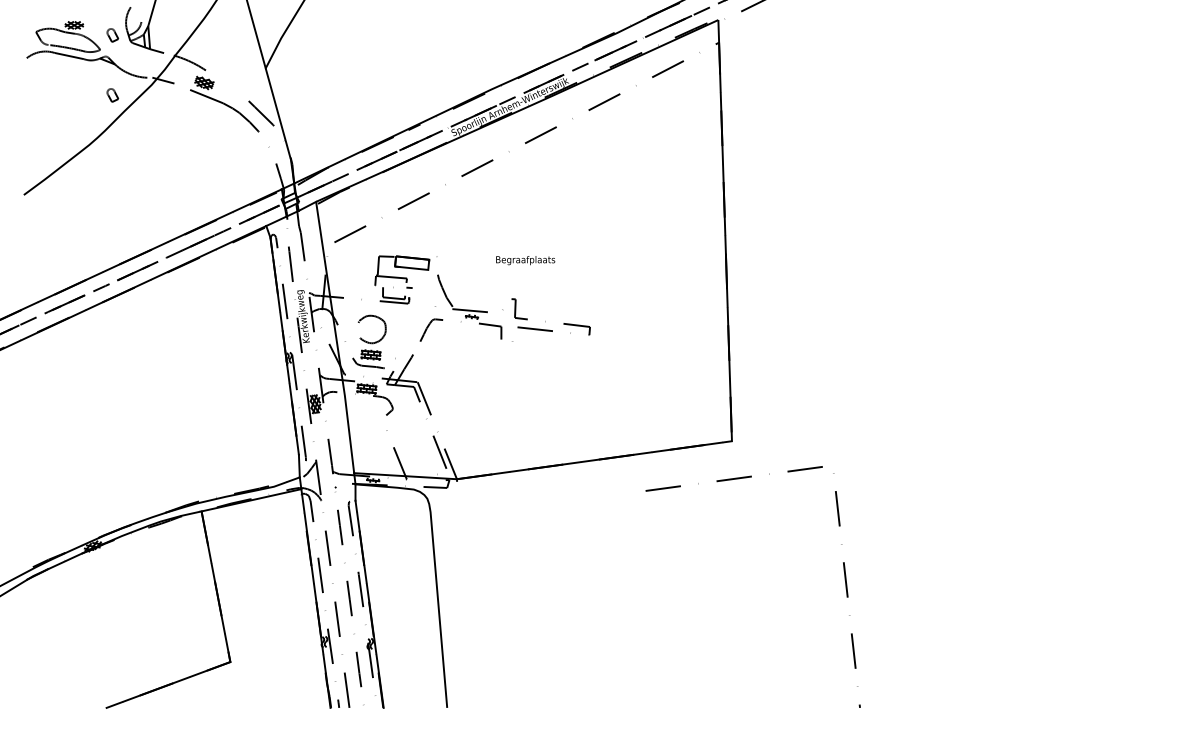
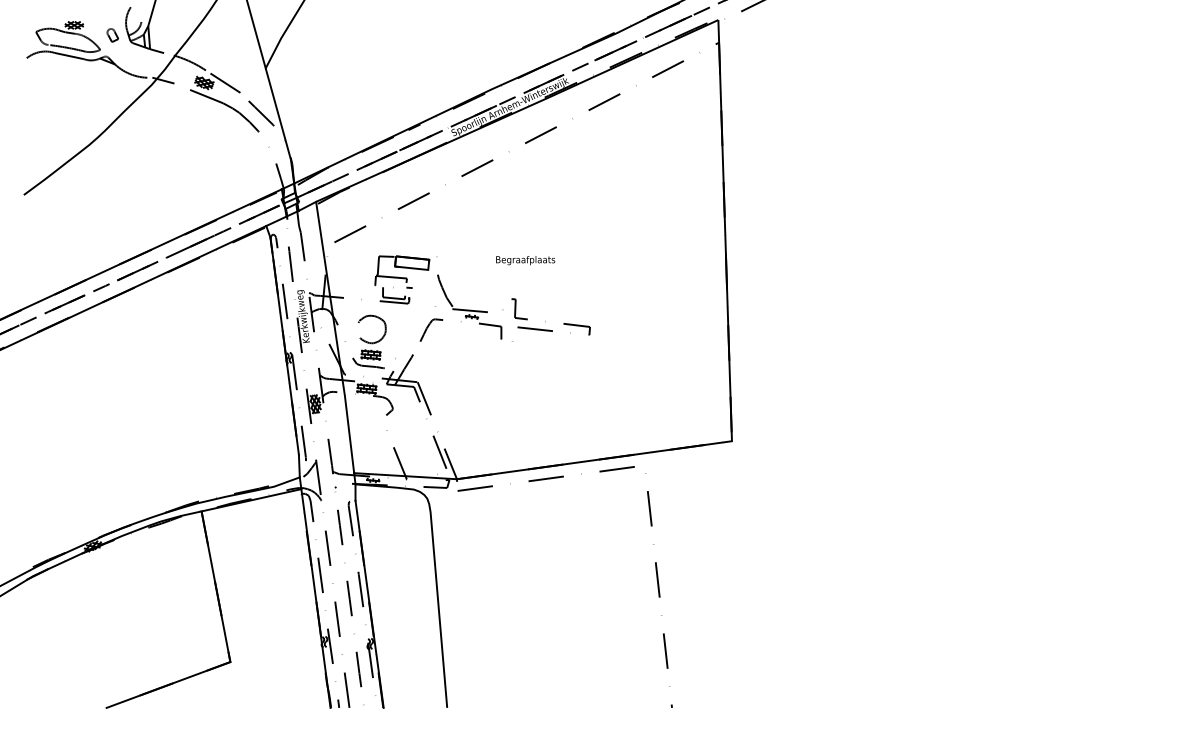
line at (222, 81): none -> present
part at (112, 95): present -> none
line at (844, 580) position: (844, 580) -> (656, 580)
